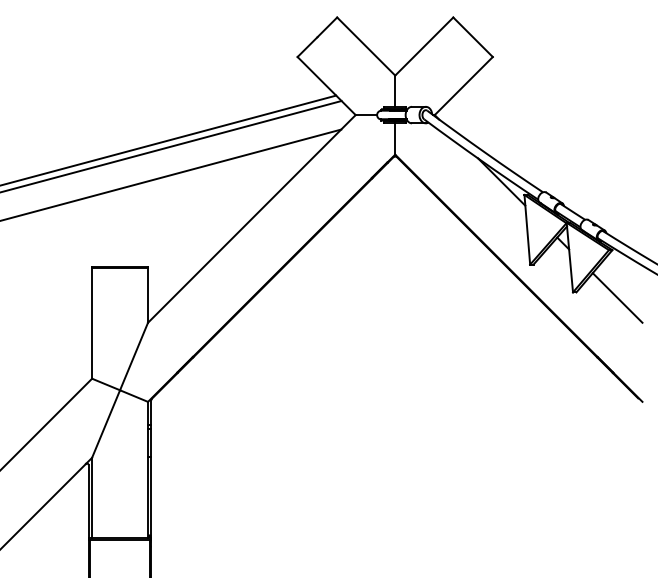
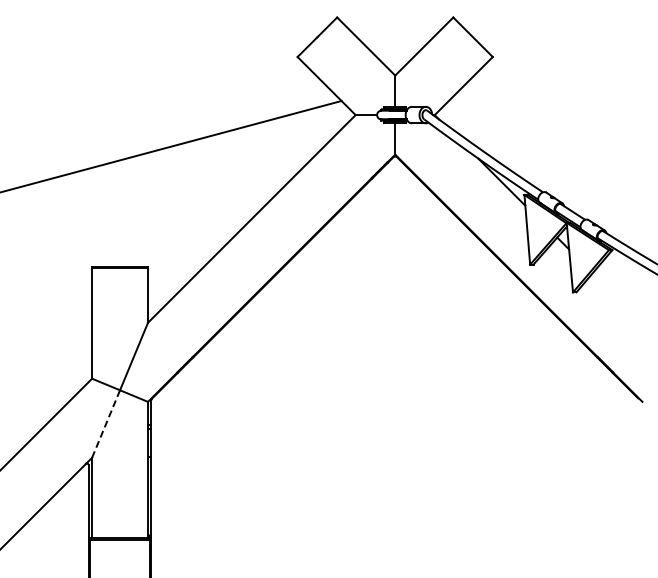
line at (169, 139): present -> none
line at (171, 174): present -> none
line at (617, 297): present -> none
line at (106, 424): solid -> dashed
